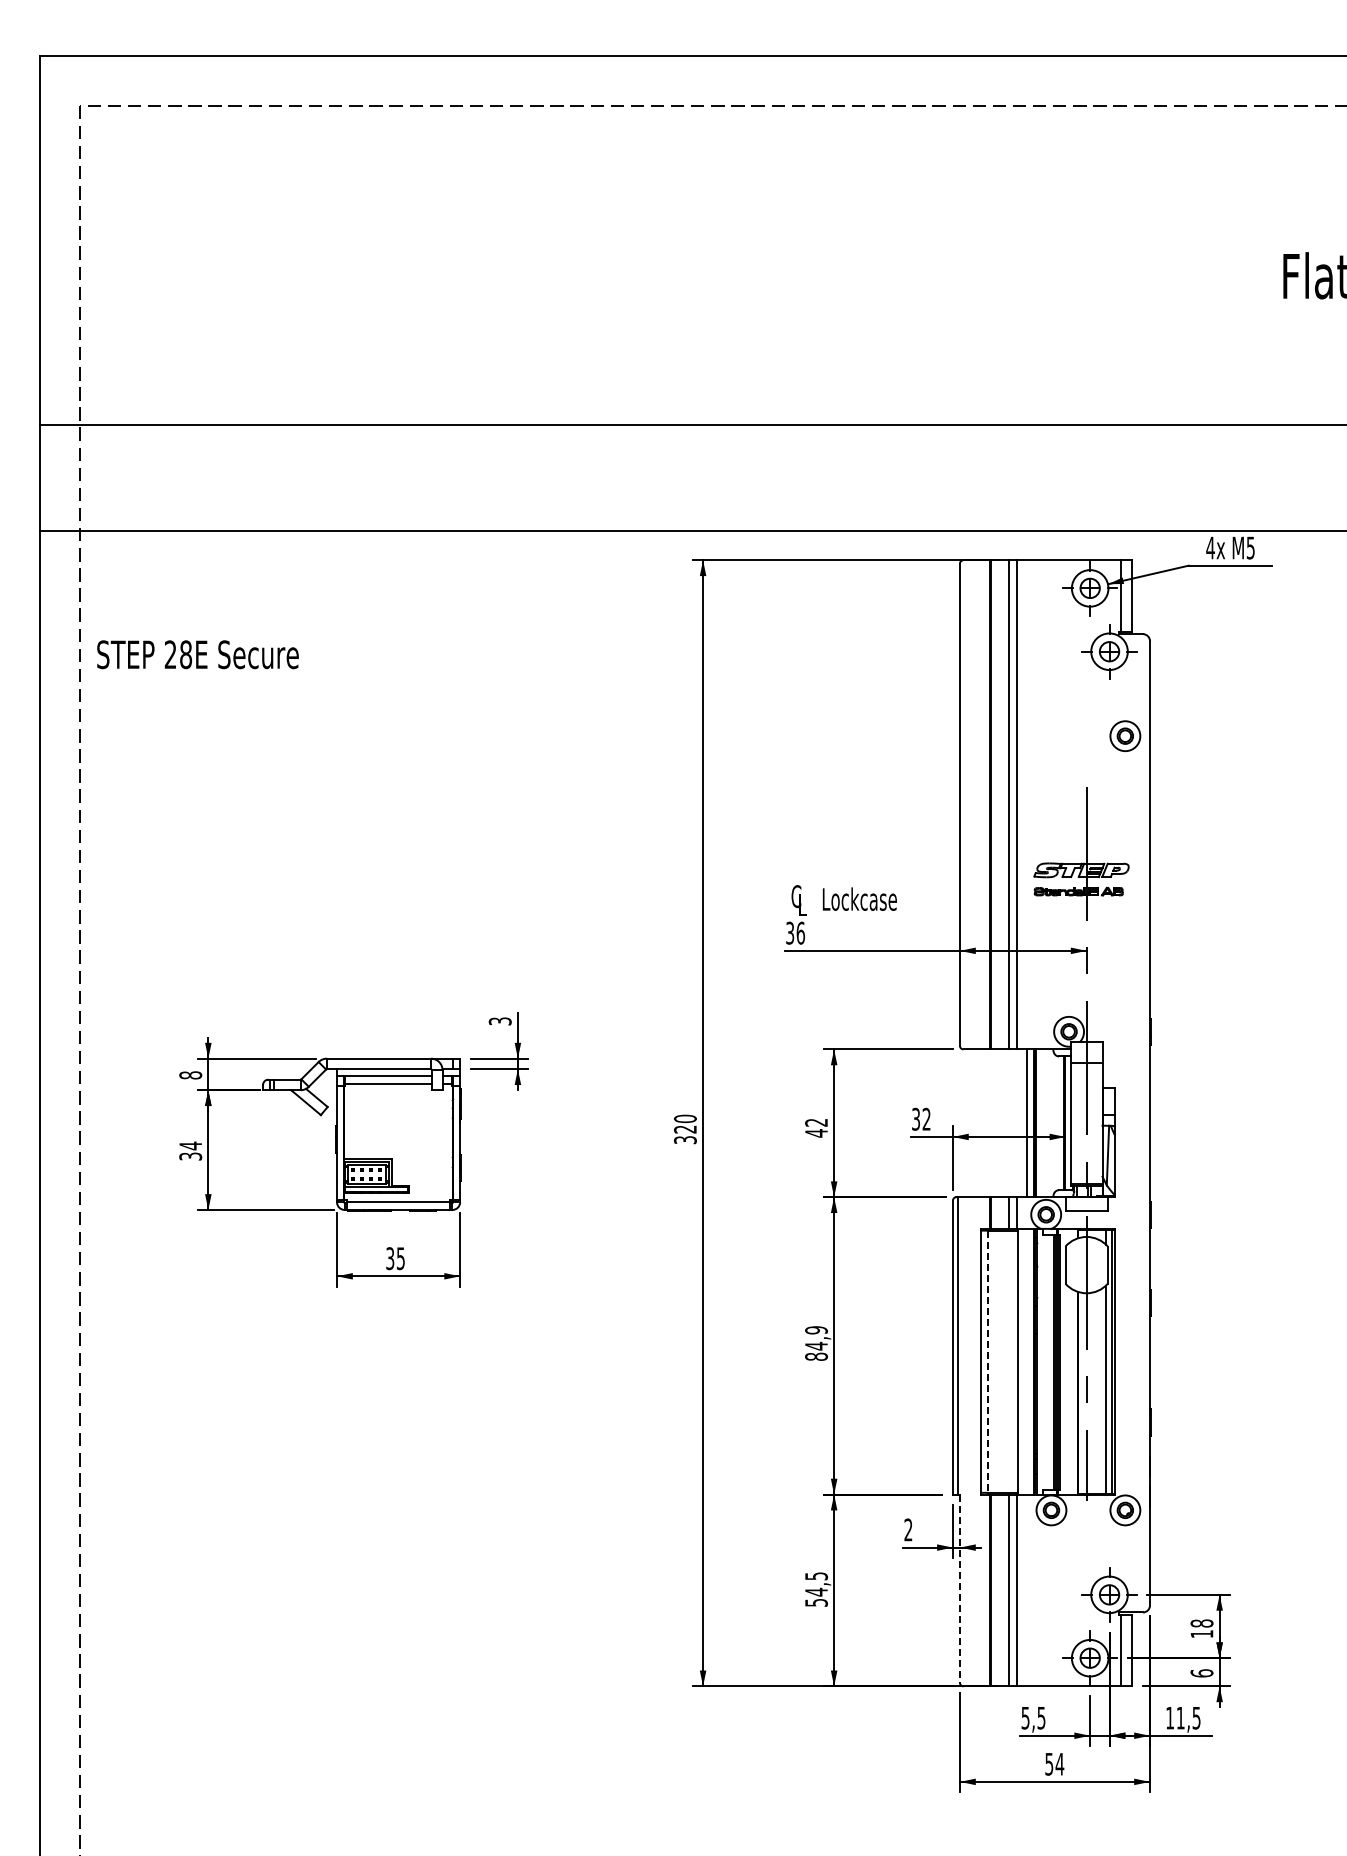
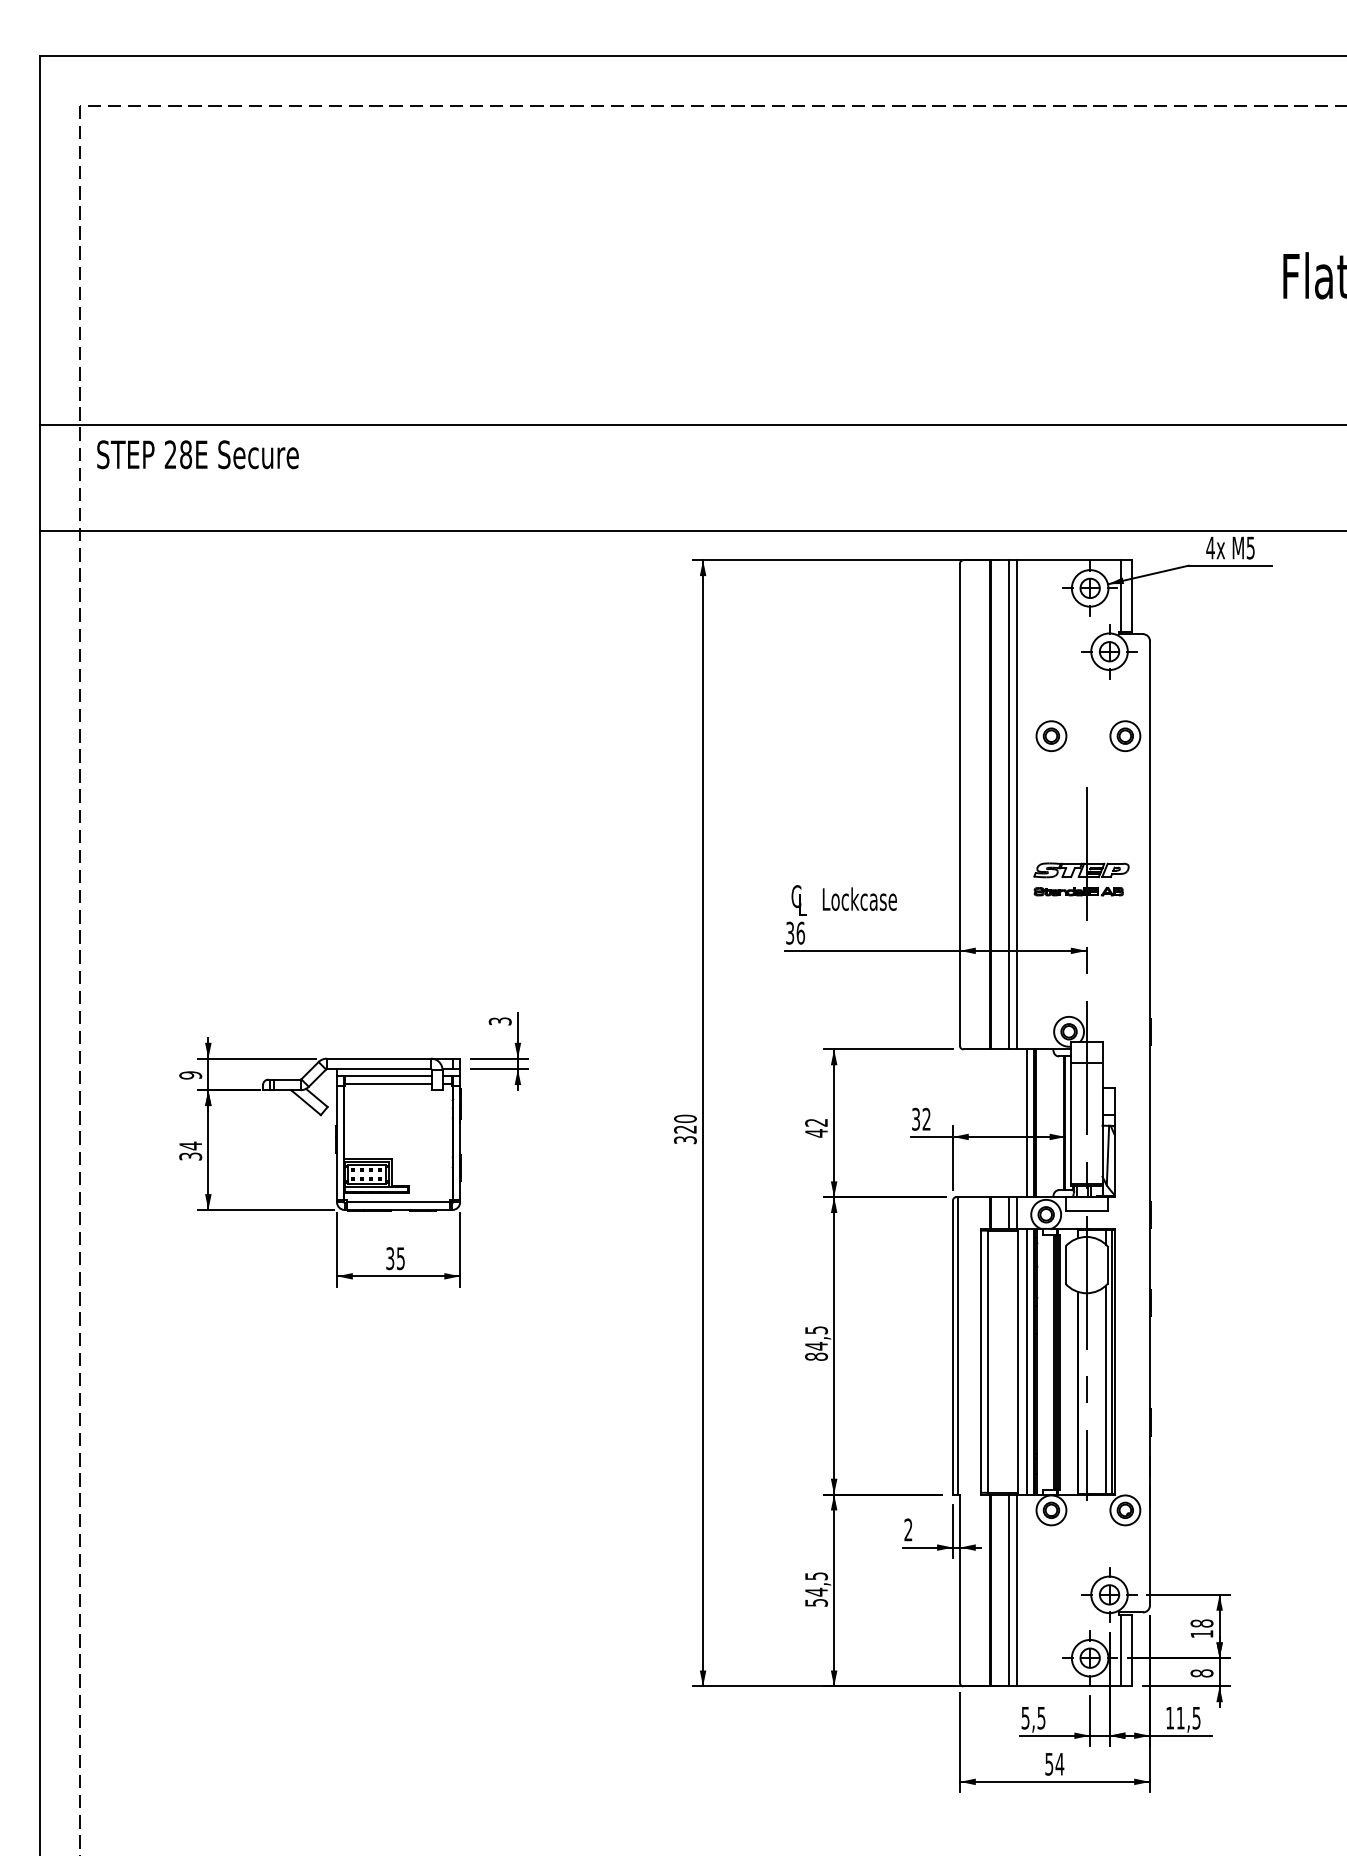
text at (197, 654) position: (197, 654) -> (197, 454)
part at (1051, 735): none -> present
text at (190, 1075): 8 -> 9
text at (816, 1330): 84,9 -> 84,5
line at (1026, 1361): none -> present
line at (988, 1362): dashed -> solid
line at (959, 1589): dashed -> solid
text at (1201, 1673): 6 -> 8
